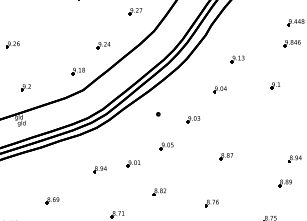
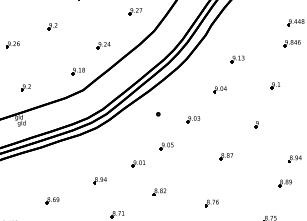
part at (52, 26): none -> present
part at (256, 124): none -> present
part at (133, 163) position: (133, 163) -> (138, 163)
part at (99, 169) position: (99, 169) -> (99, 180)
